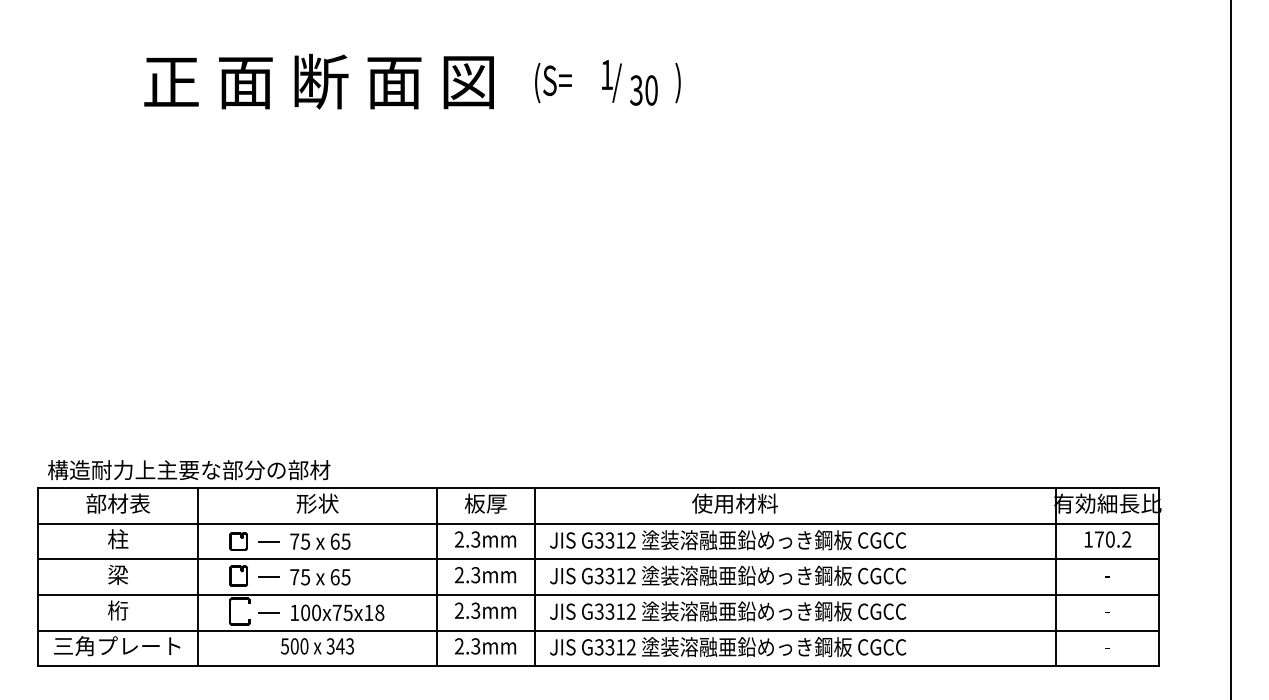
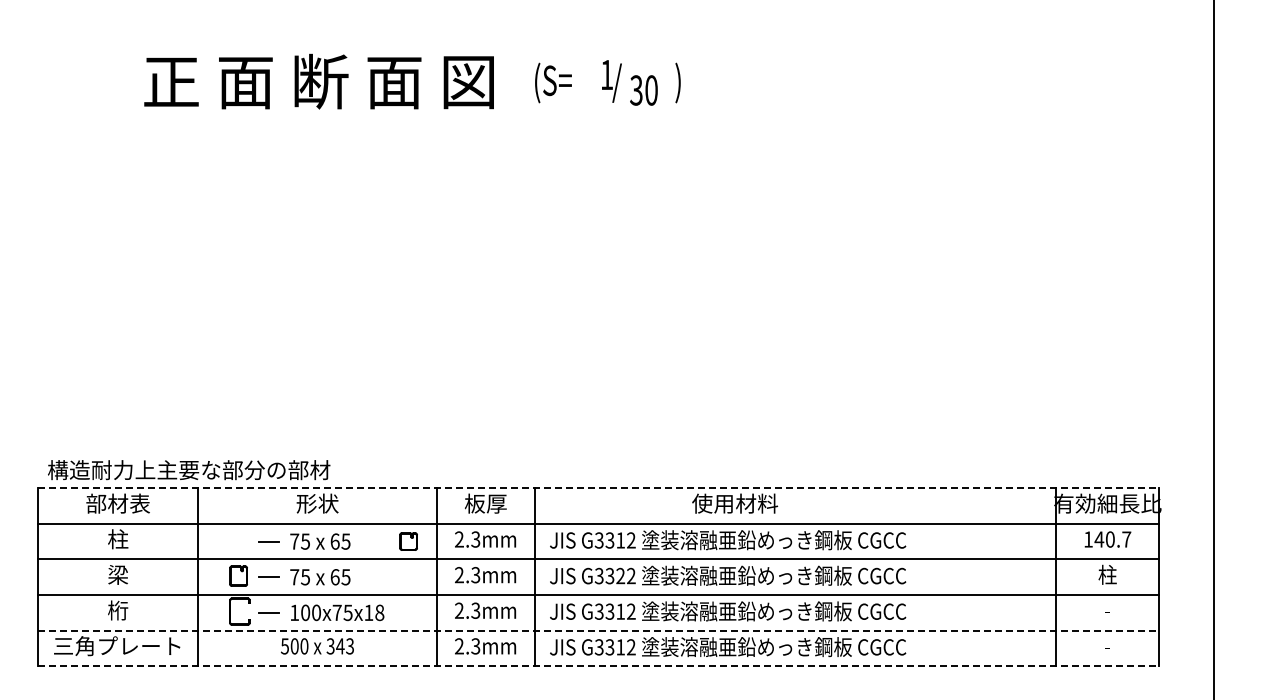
line at (1230, 349) position: (1230, 349) -> (1213, 349)
line at (598, 488): solid -> dashed
text at (1112, 539): 170.2 -> 140.7
part at (238, 541) position: (238, 541) -> (408, 541)
text at (1107, 574): - -> 柱
text at (620, 575): G3312 -> G3322
line at (598, 630): solid -> dashed
line at (598, 666): solid -> dashed
